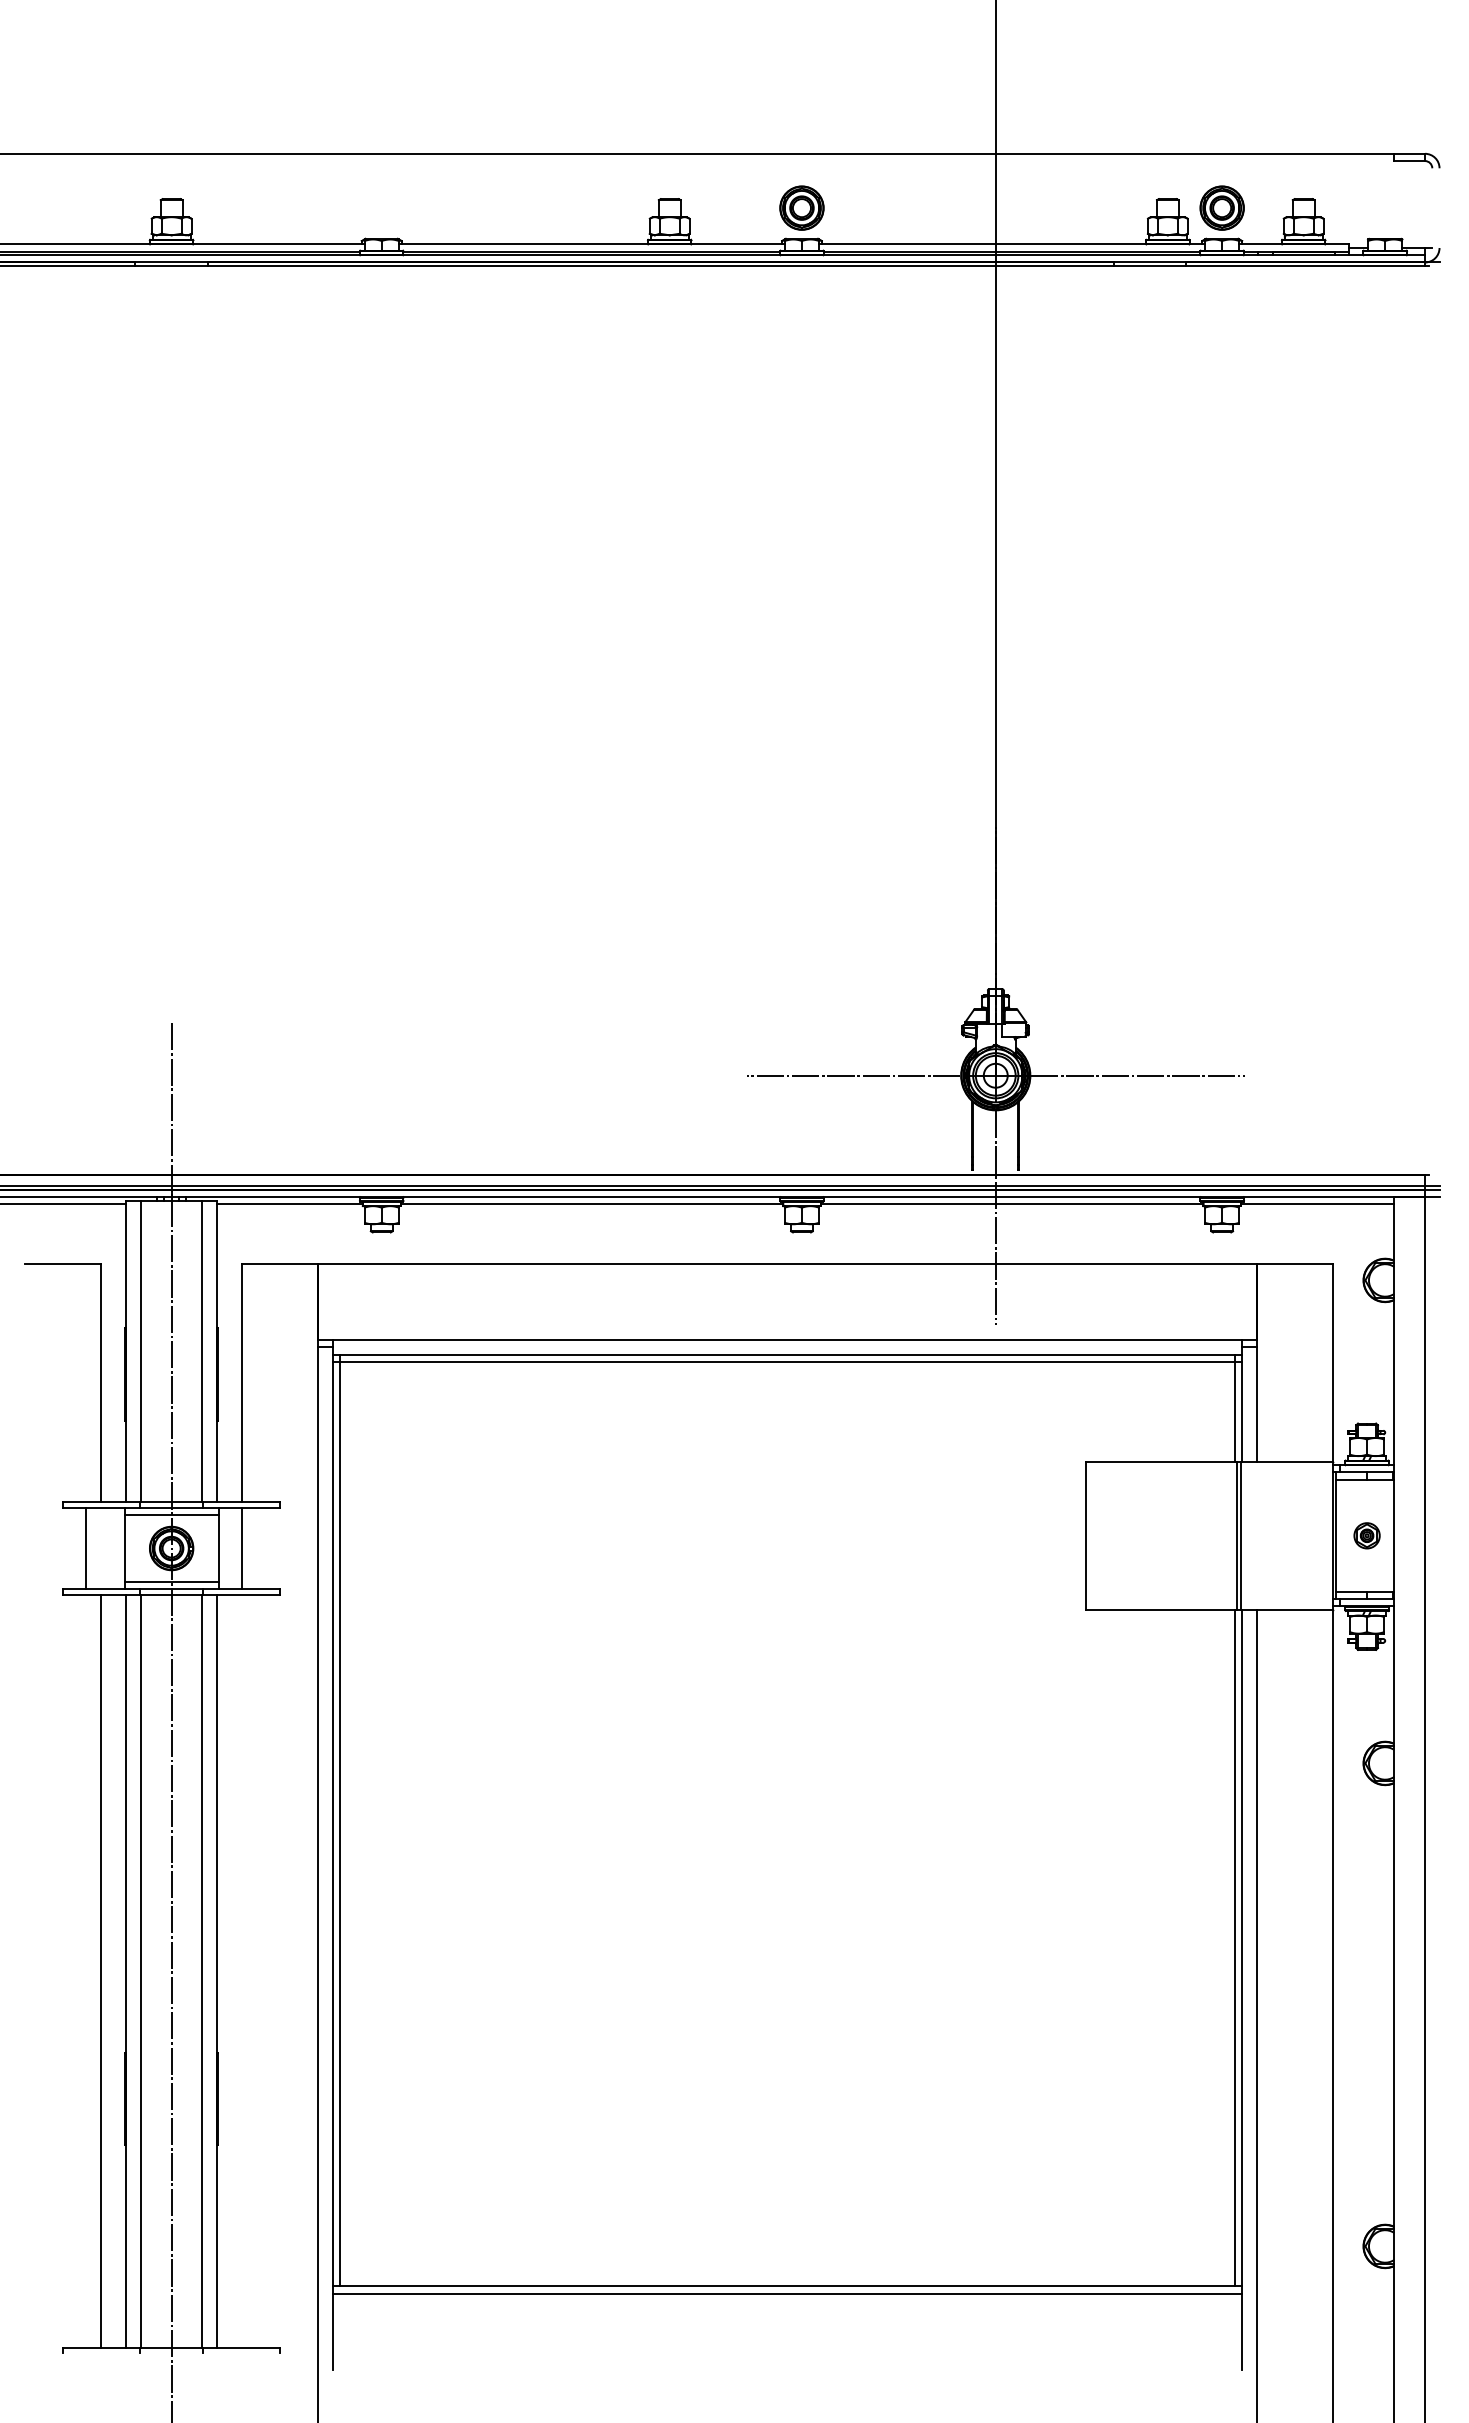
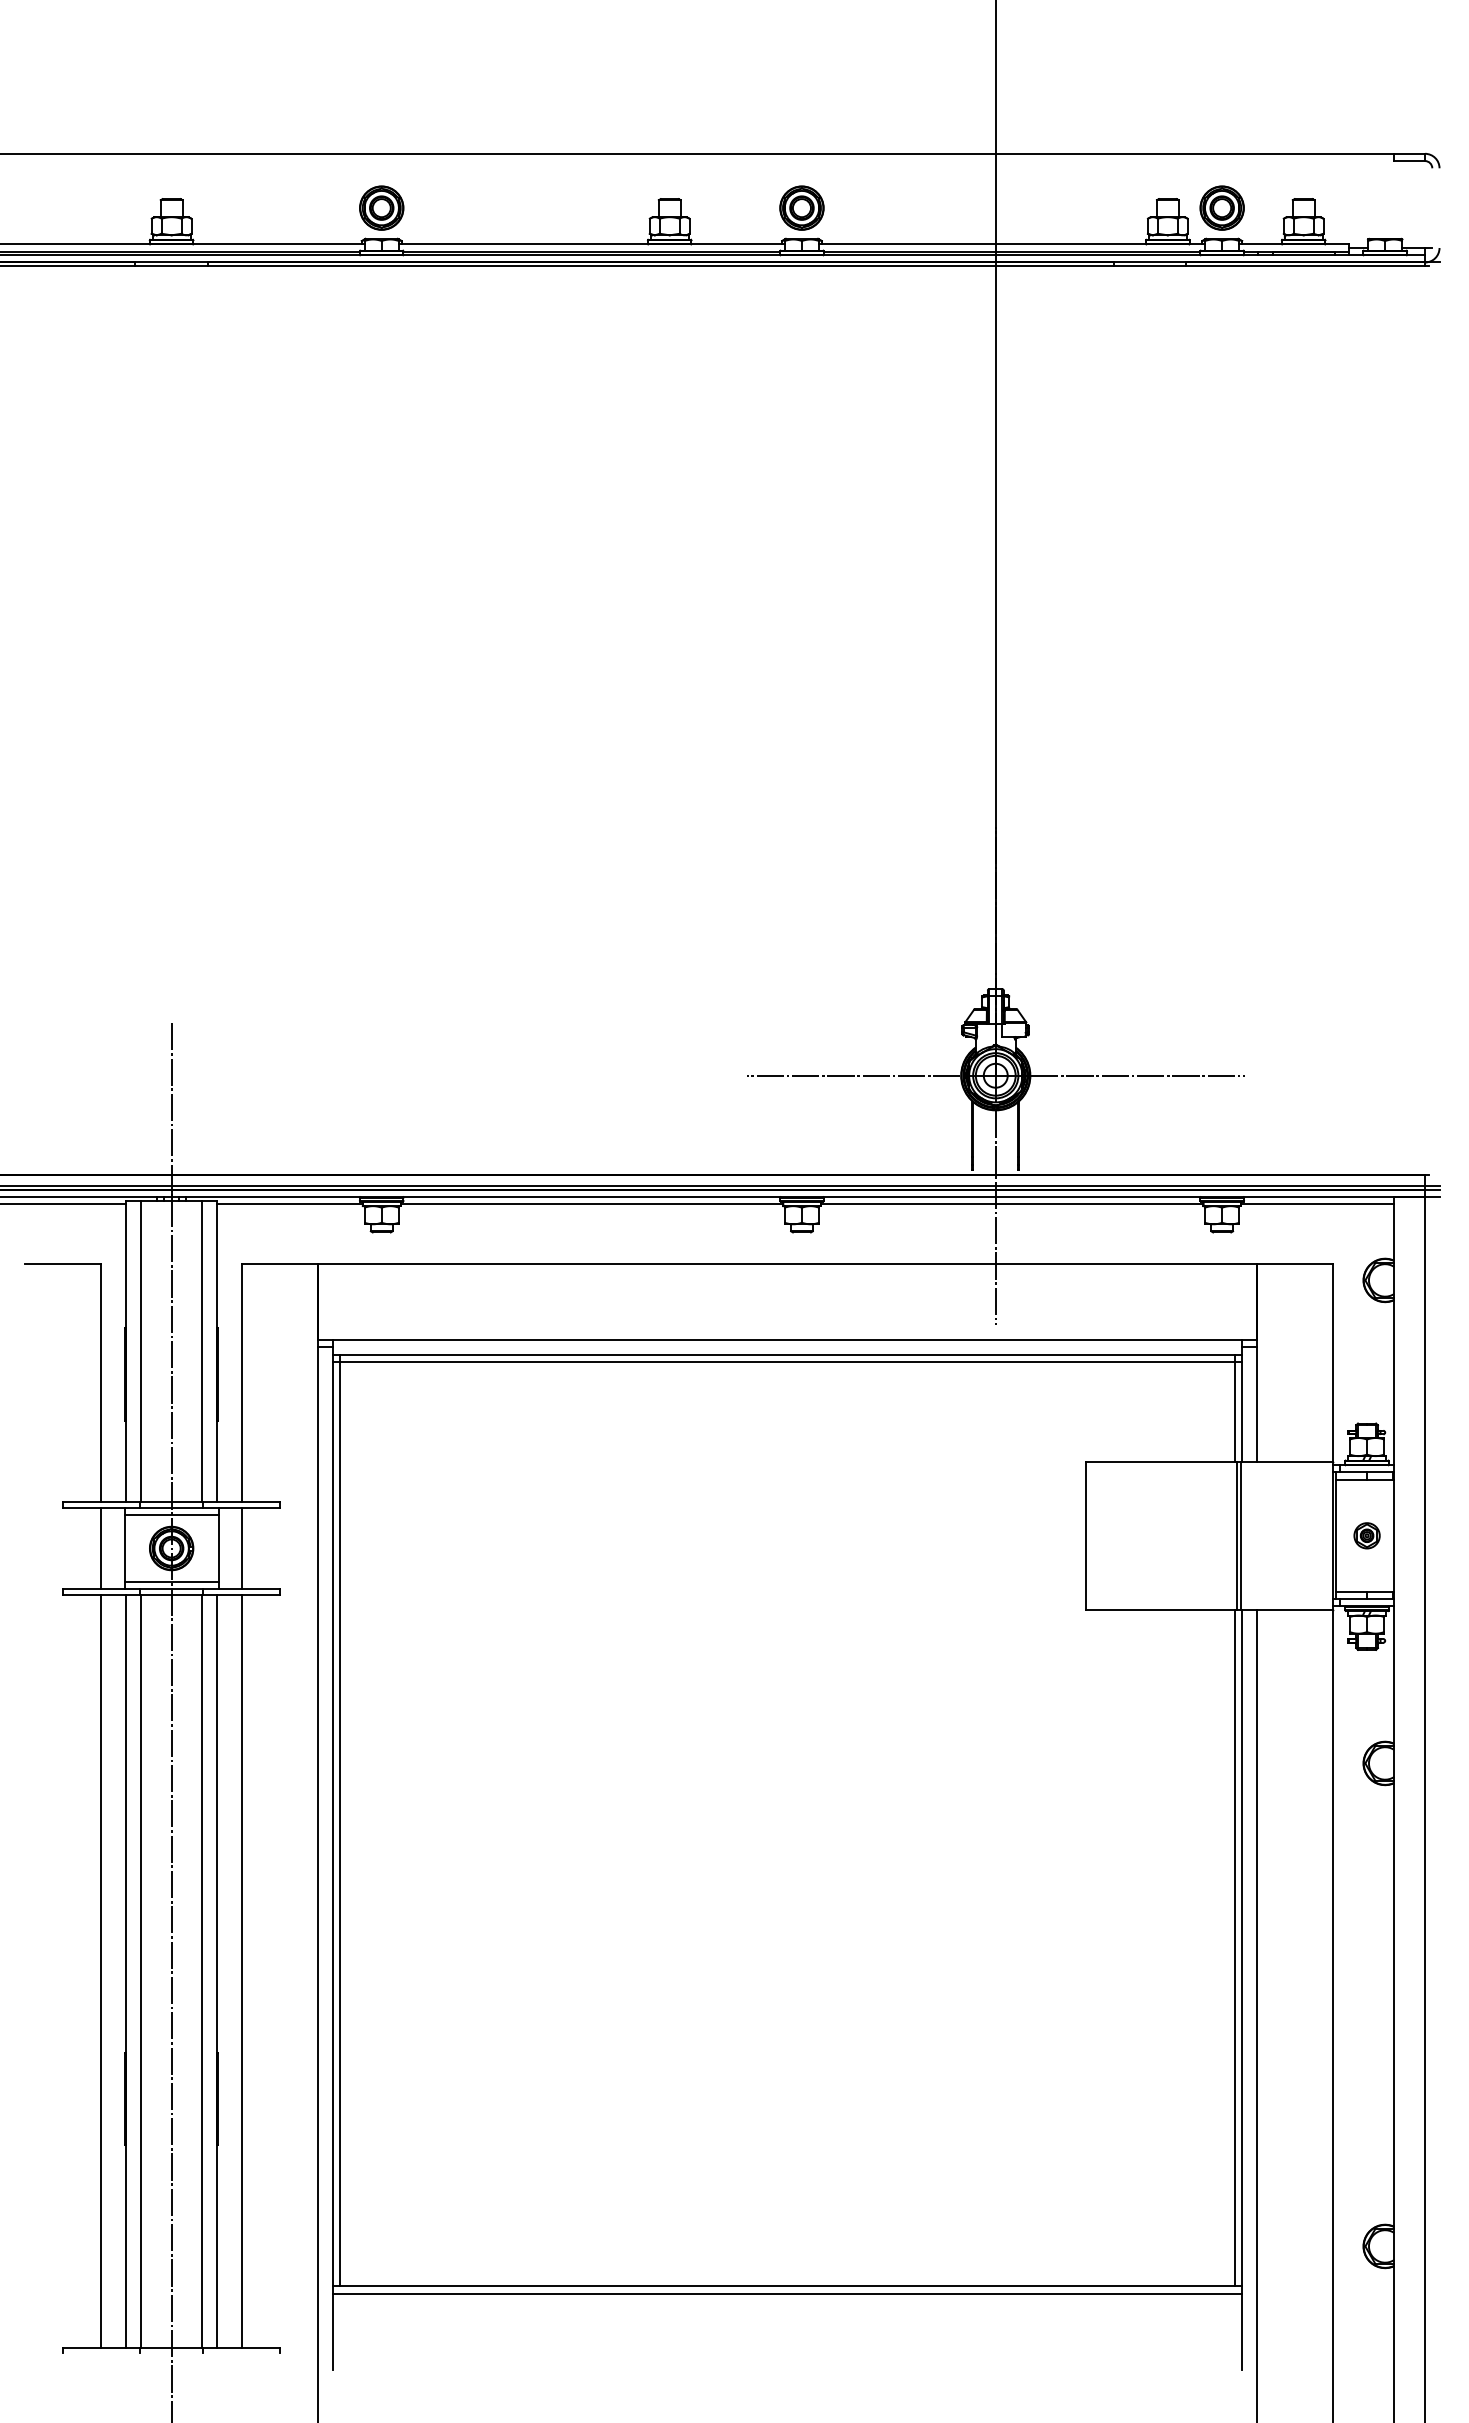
part at (381, 207): none -> present
line at (86, 1548) position: (86, 1548) -> (101, 1548)
line at (242, 1970): none -> present
